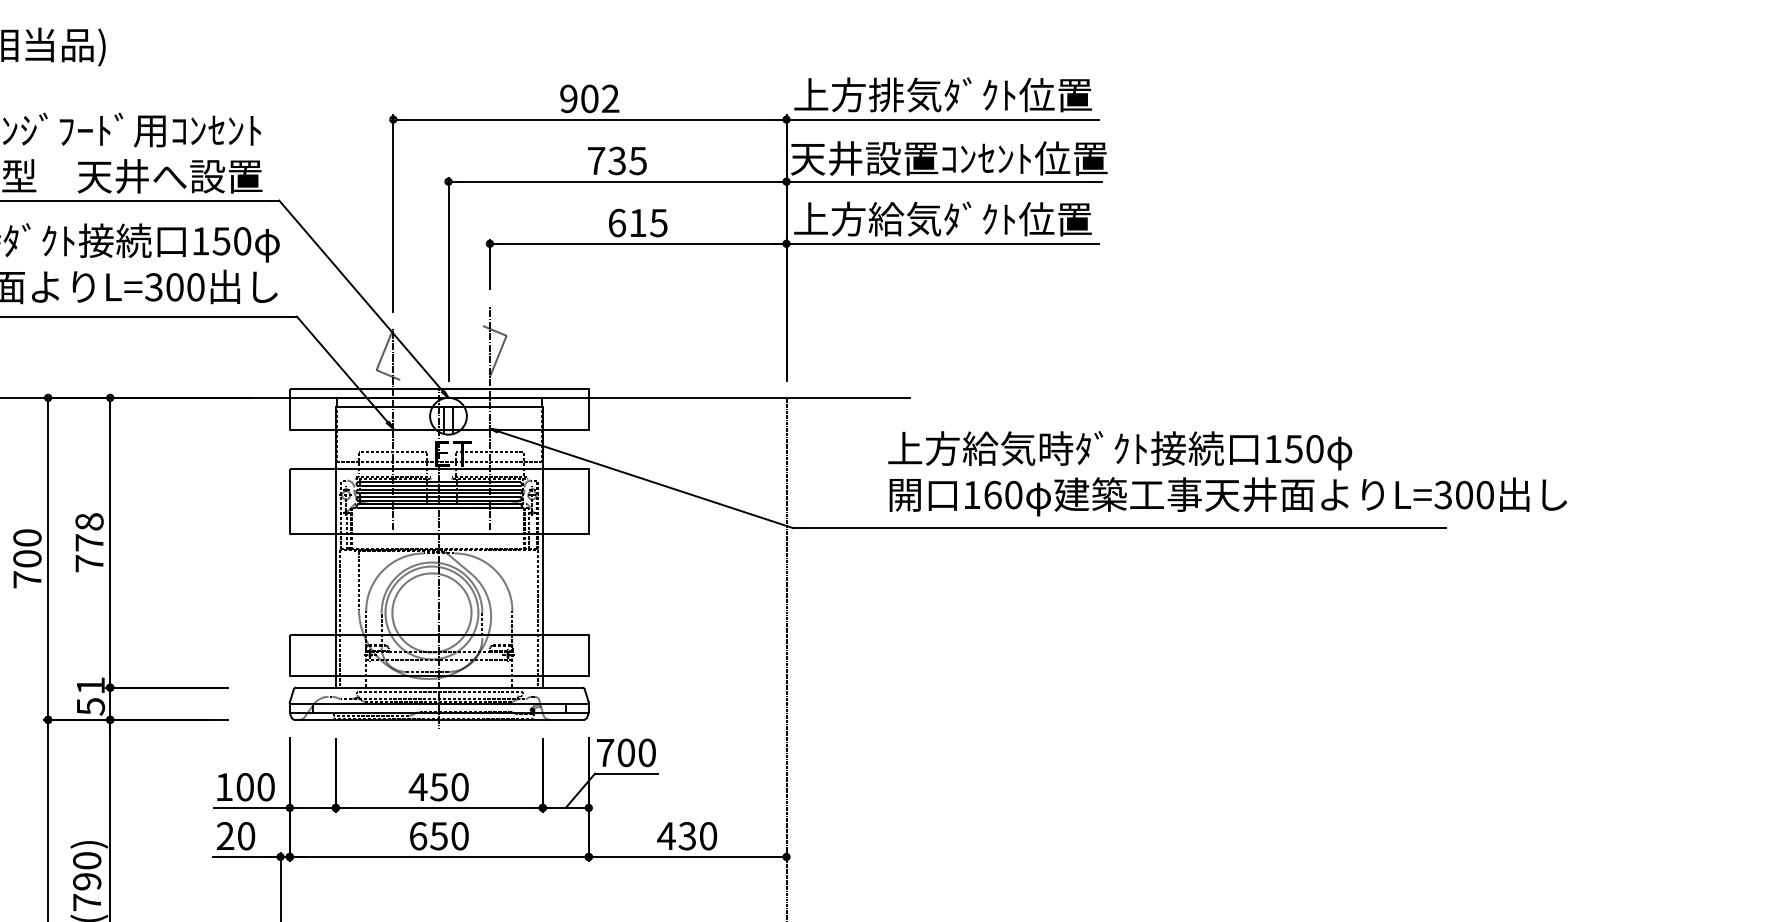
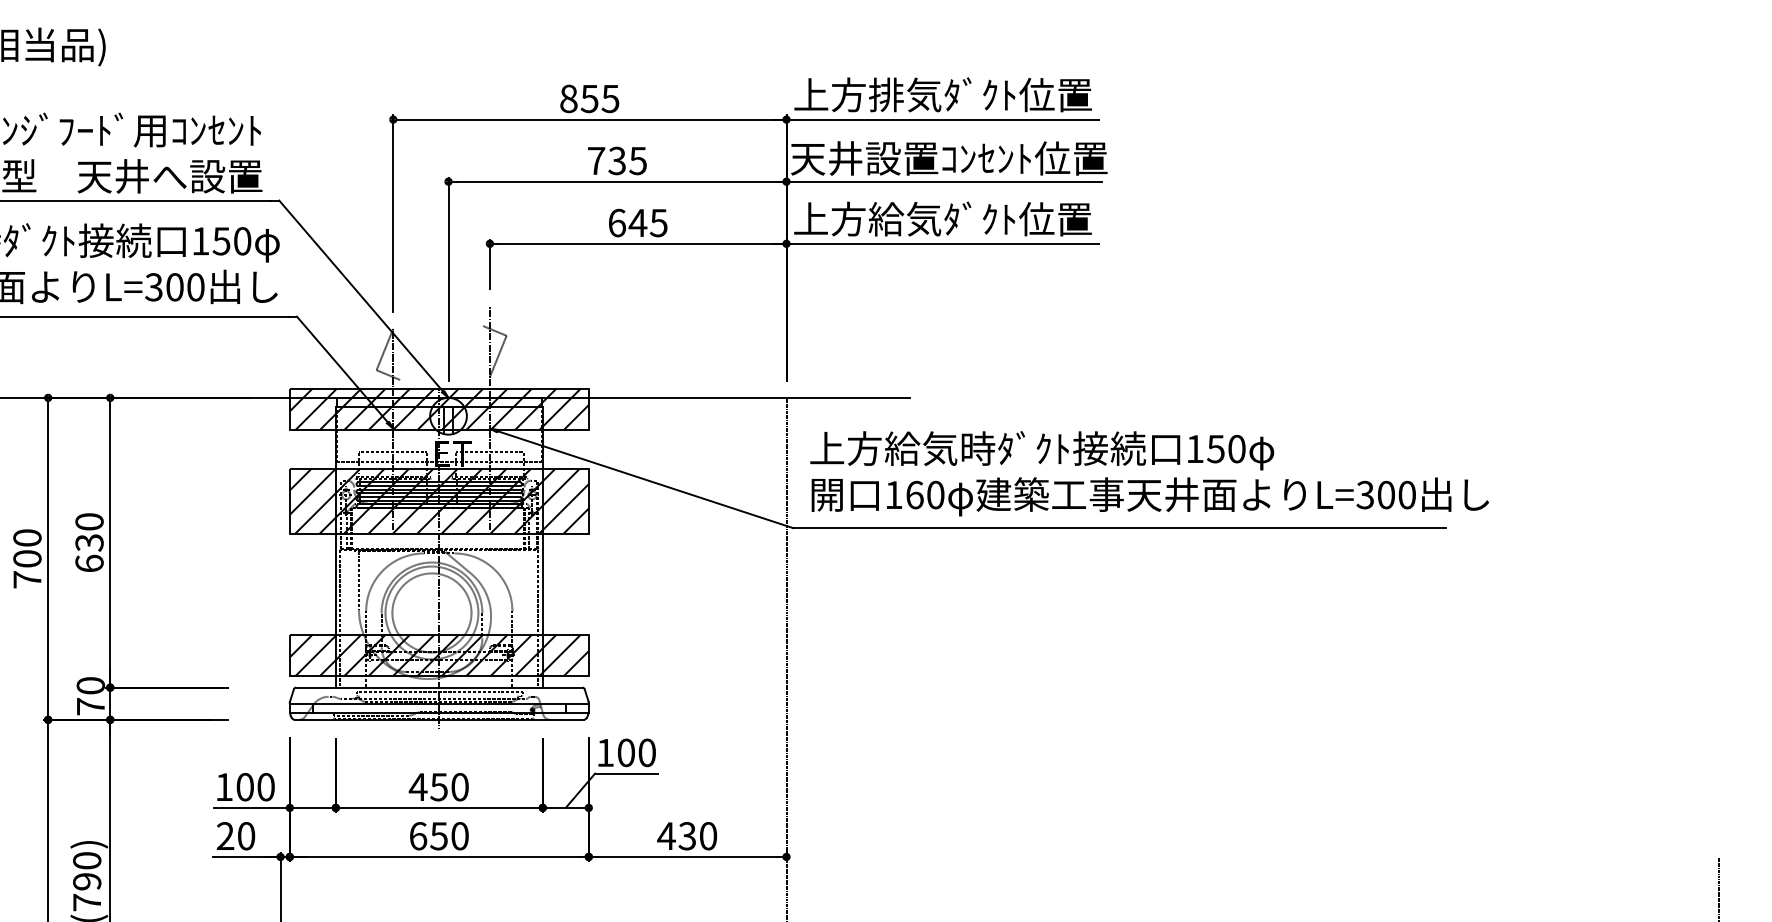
text at (589, 98): 902 -> 855
text at (637, 222): 615 -> 645
hatch at (438, 409): none -> present
text at (1227, 473) position: (1227, 473) -> (1149, 473)
hatch at (438, 501): none -> present
text at (89, 542): 778 -> 630
hatch at (438, 655): none -> present
text at (90, 696): 51 -> 70
text at (605, 752): 700 -> 100
line at (1718, 887): none -> present
